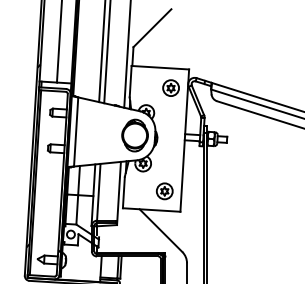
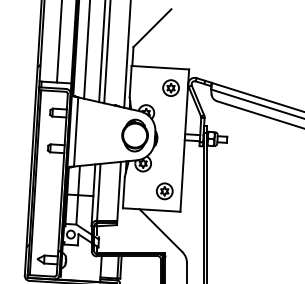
line at (86, 50): none -> present
